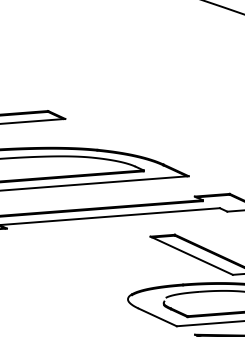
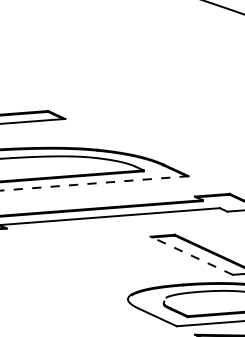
line at (94, 183): solid -> dashed
line at (191, 255): solid -> dashed
